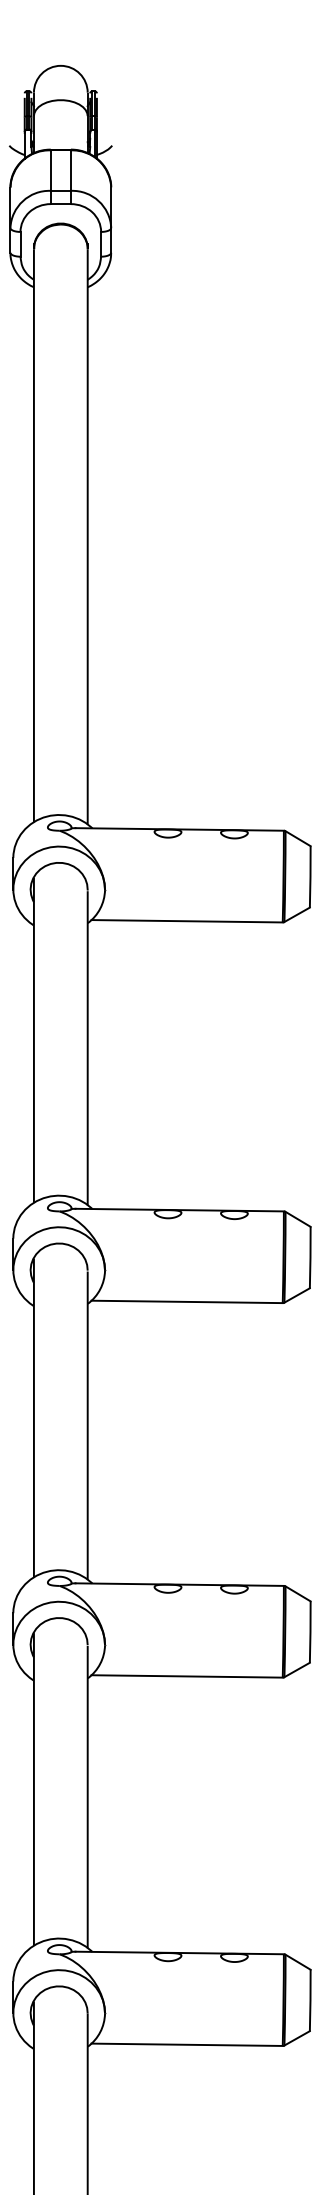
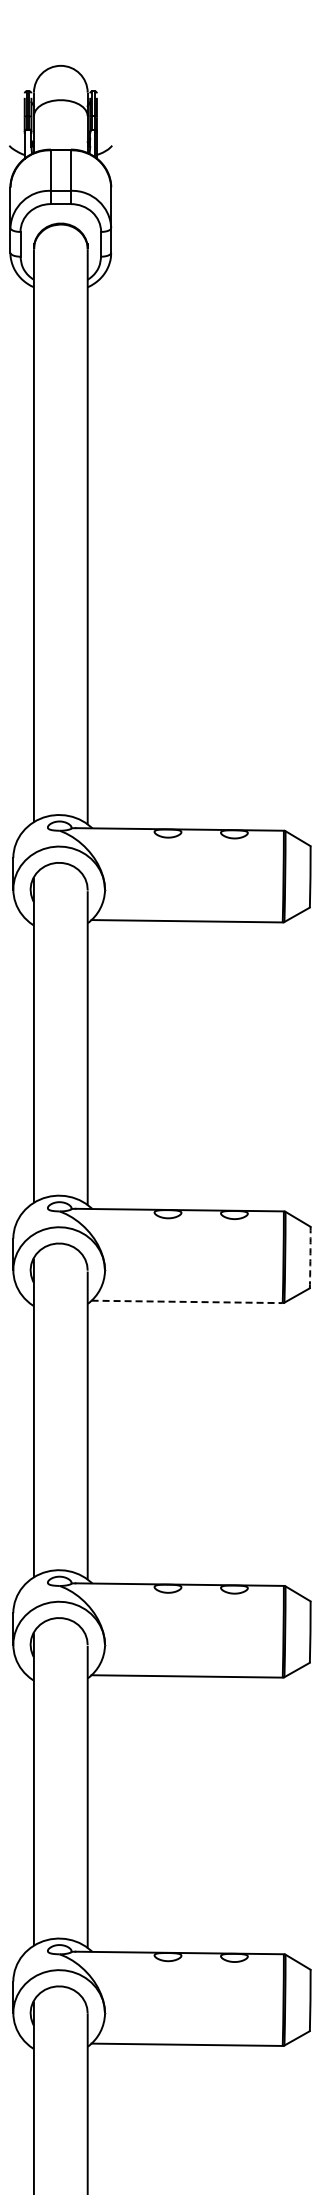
arc at (310, 1257): solid -> dashed
line at (187, 1301): solid -> dashed
